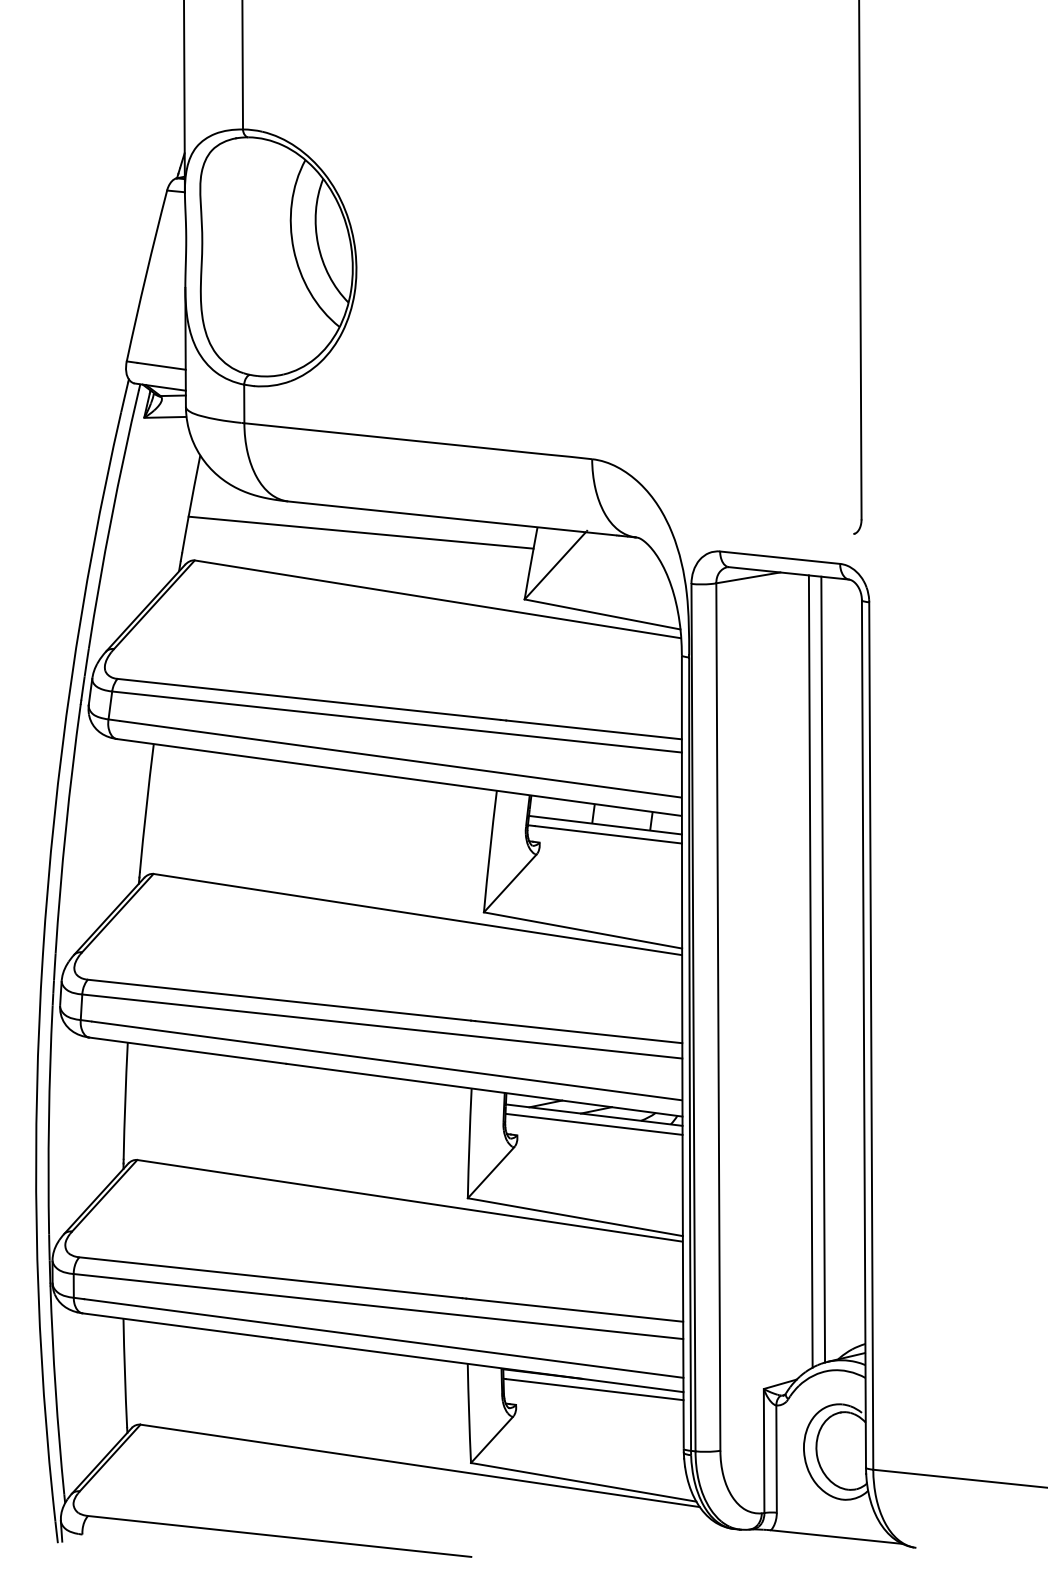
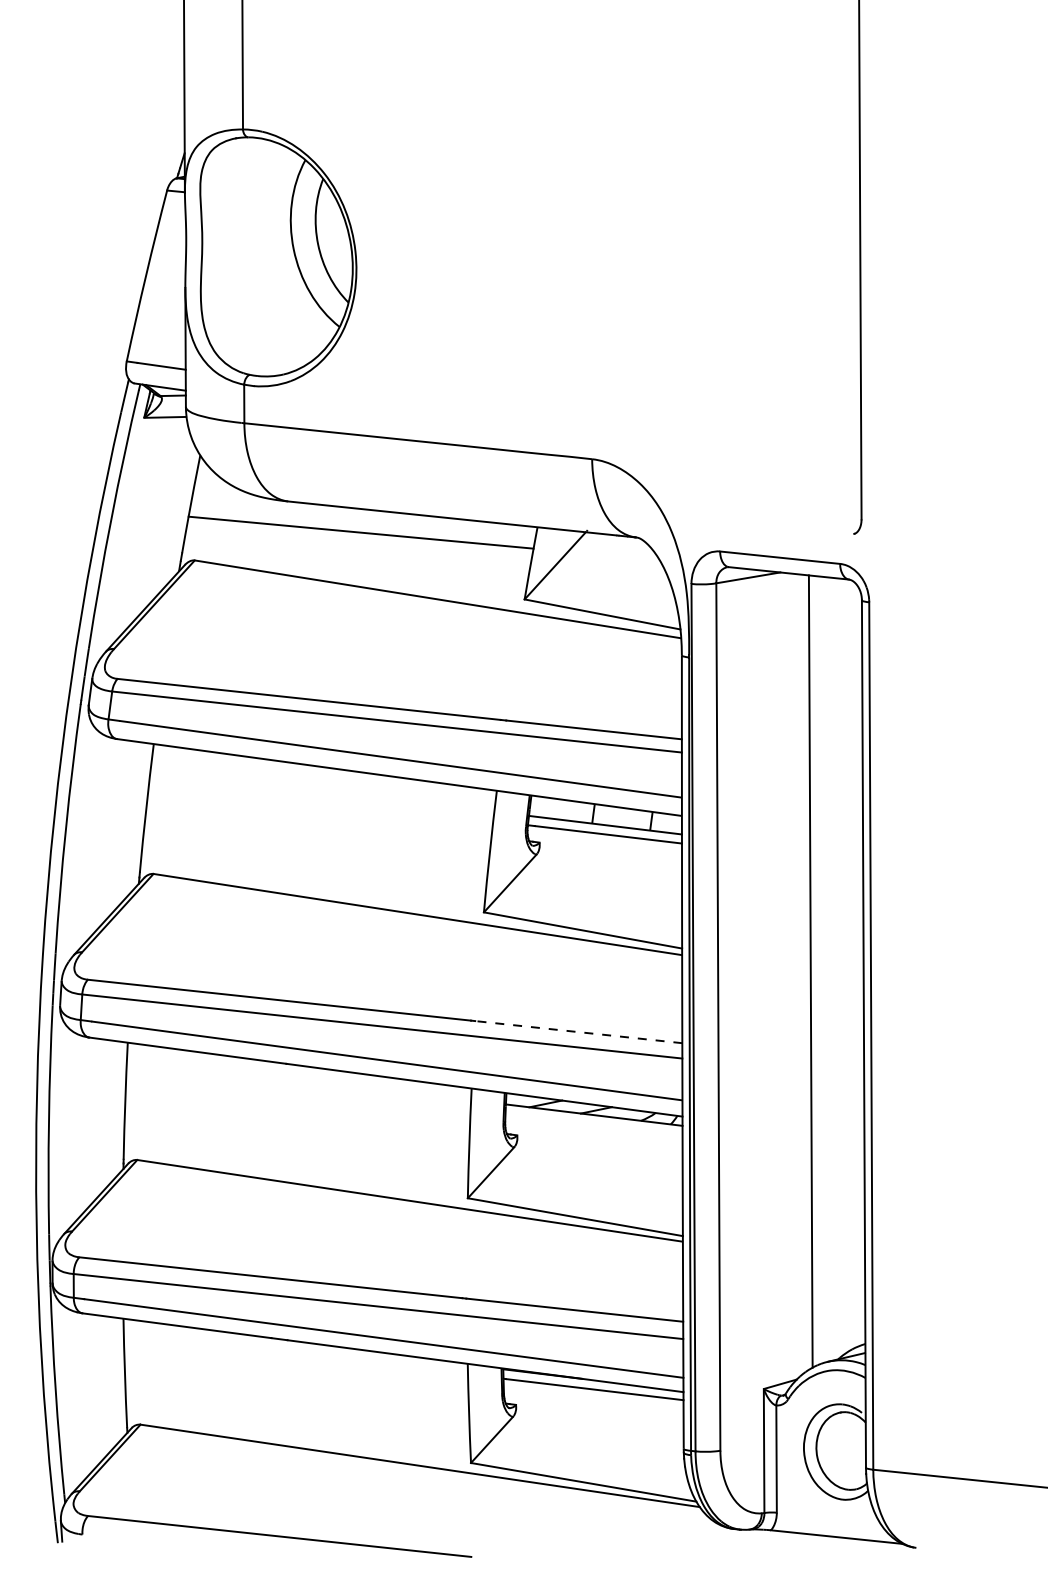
line at (823, 969): present -> none
line at (578, 1032): solid -> dashed
line at (594, 1123): present -> none
